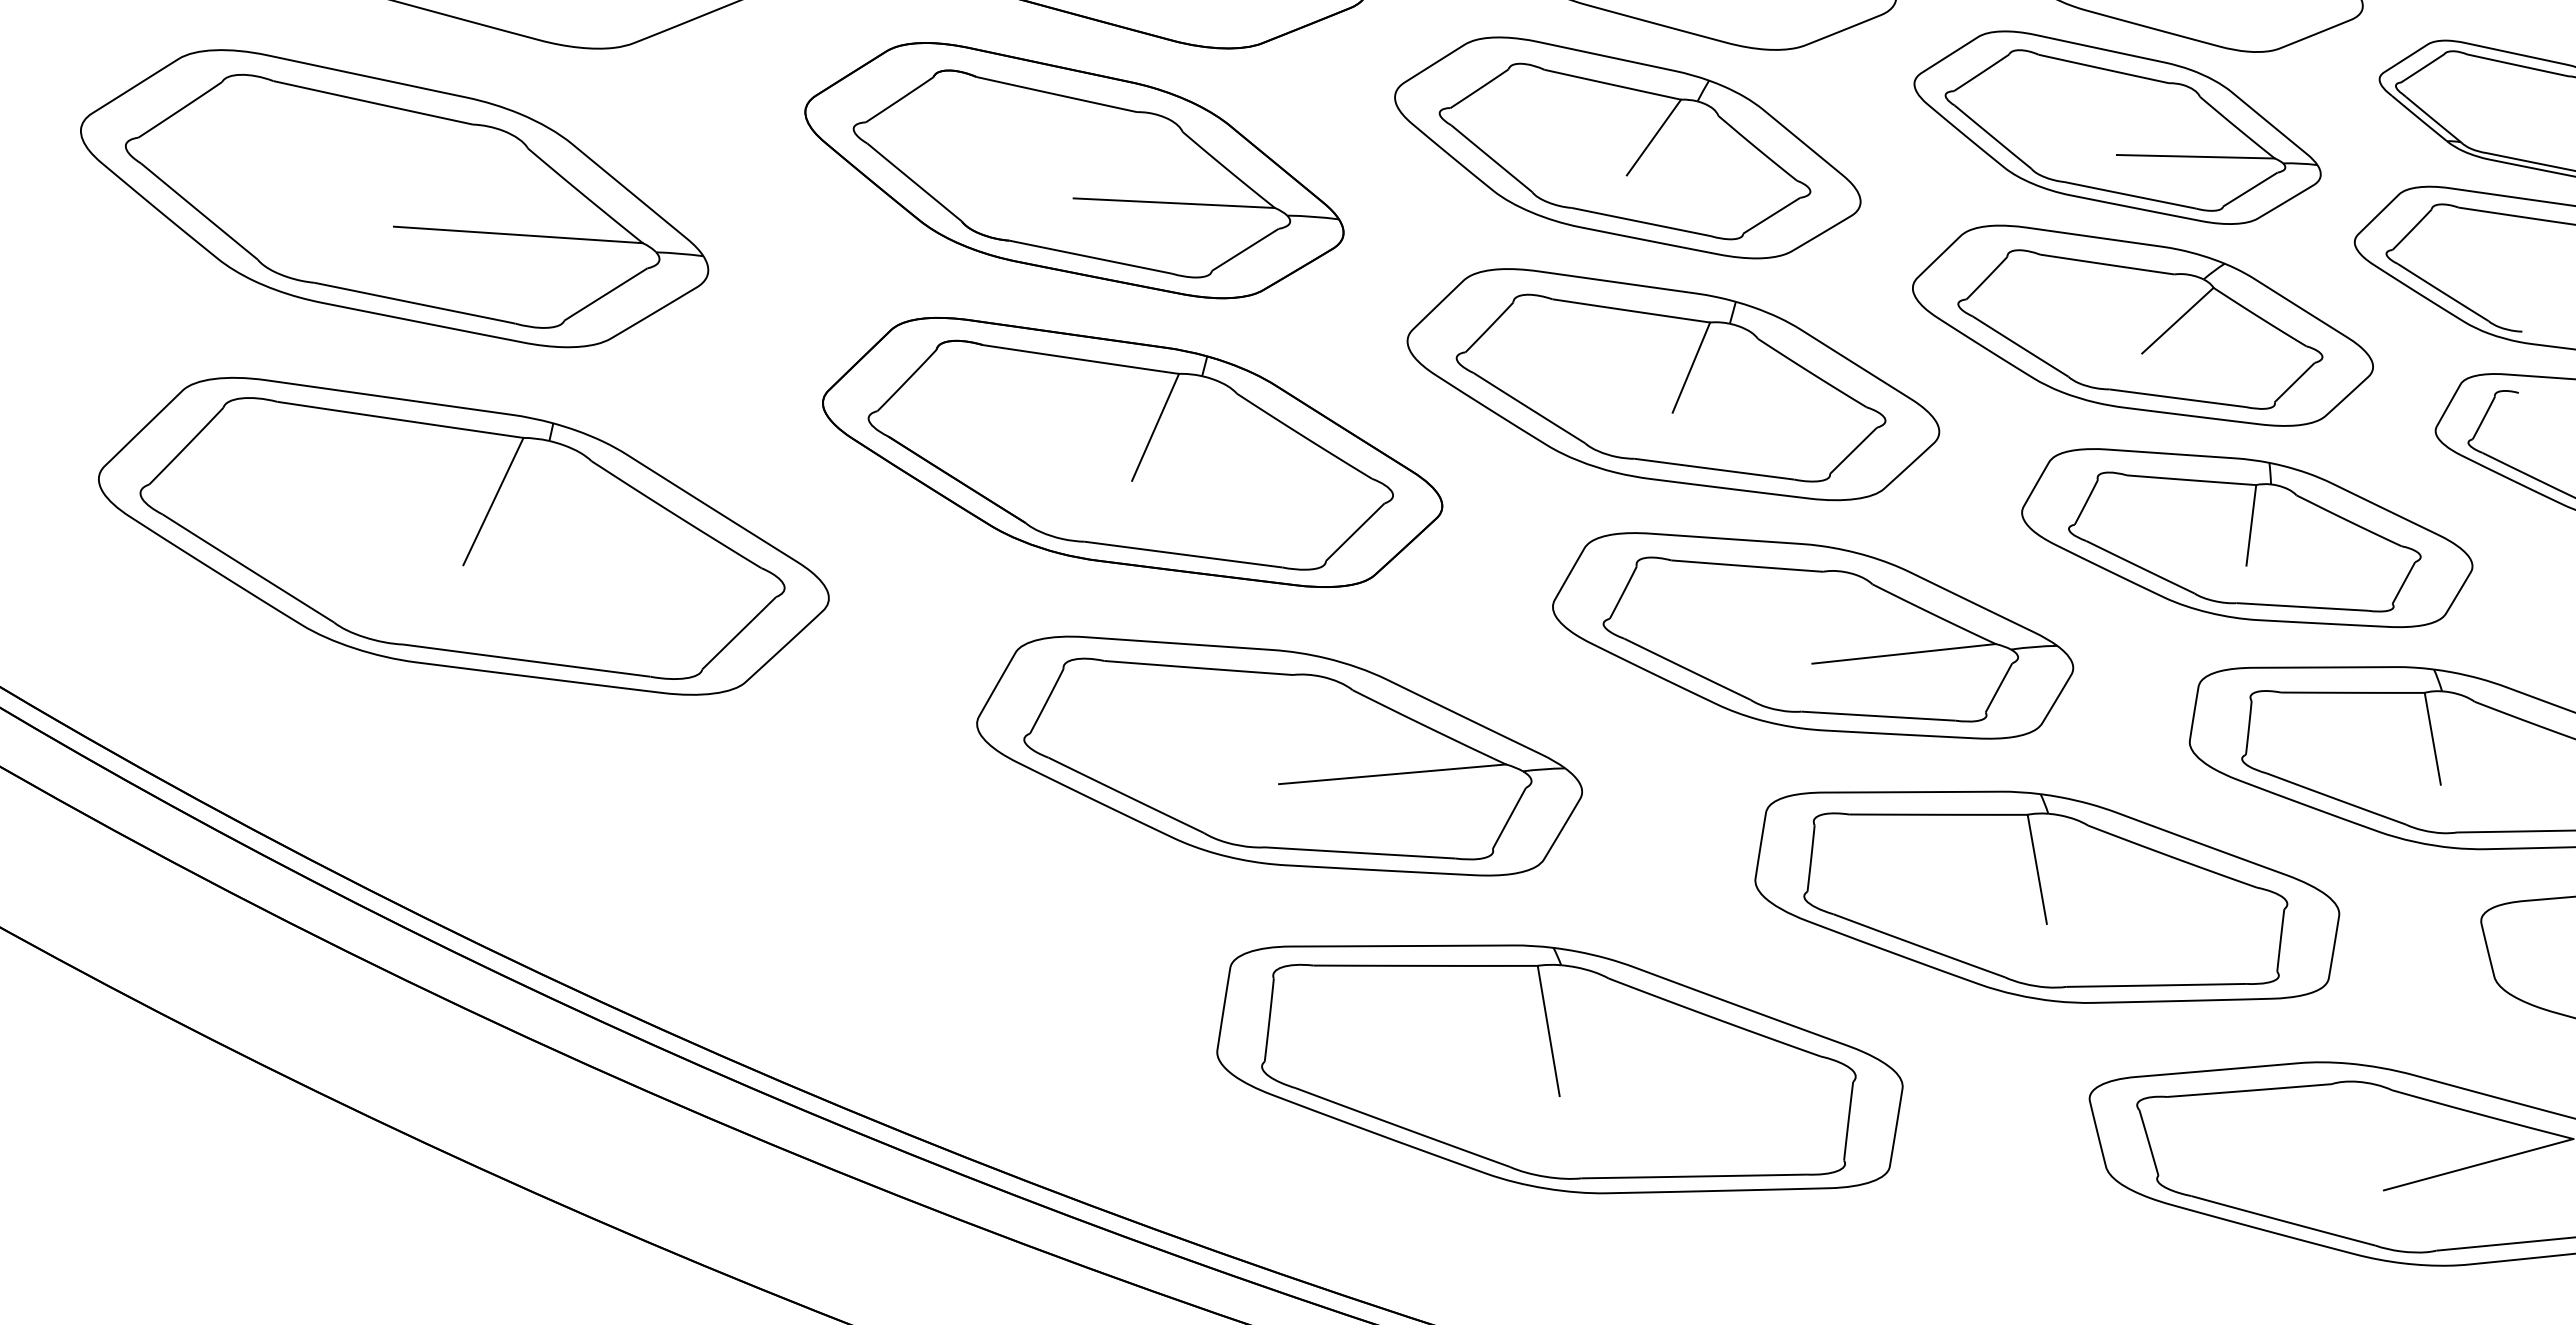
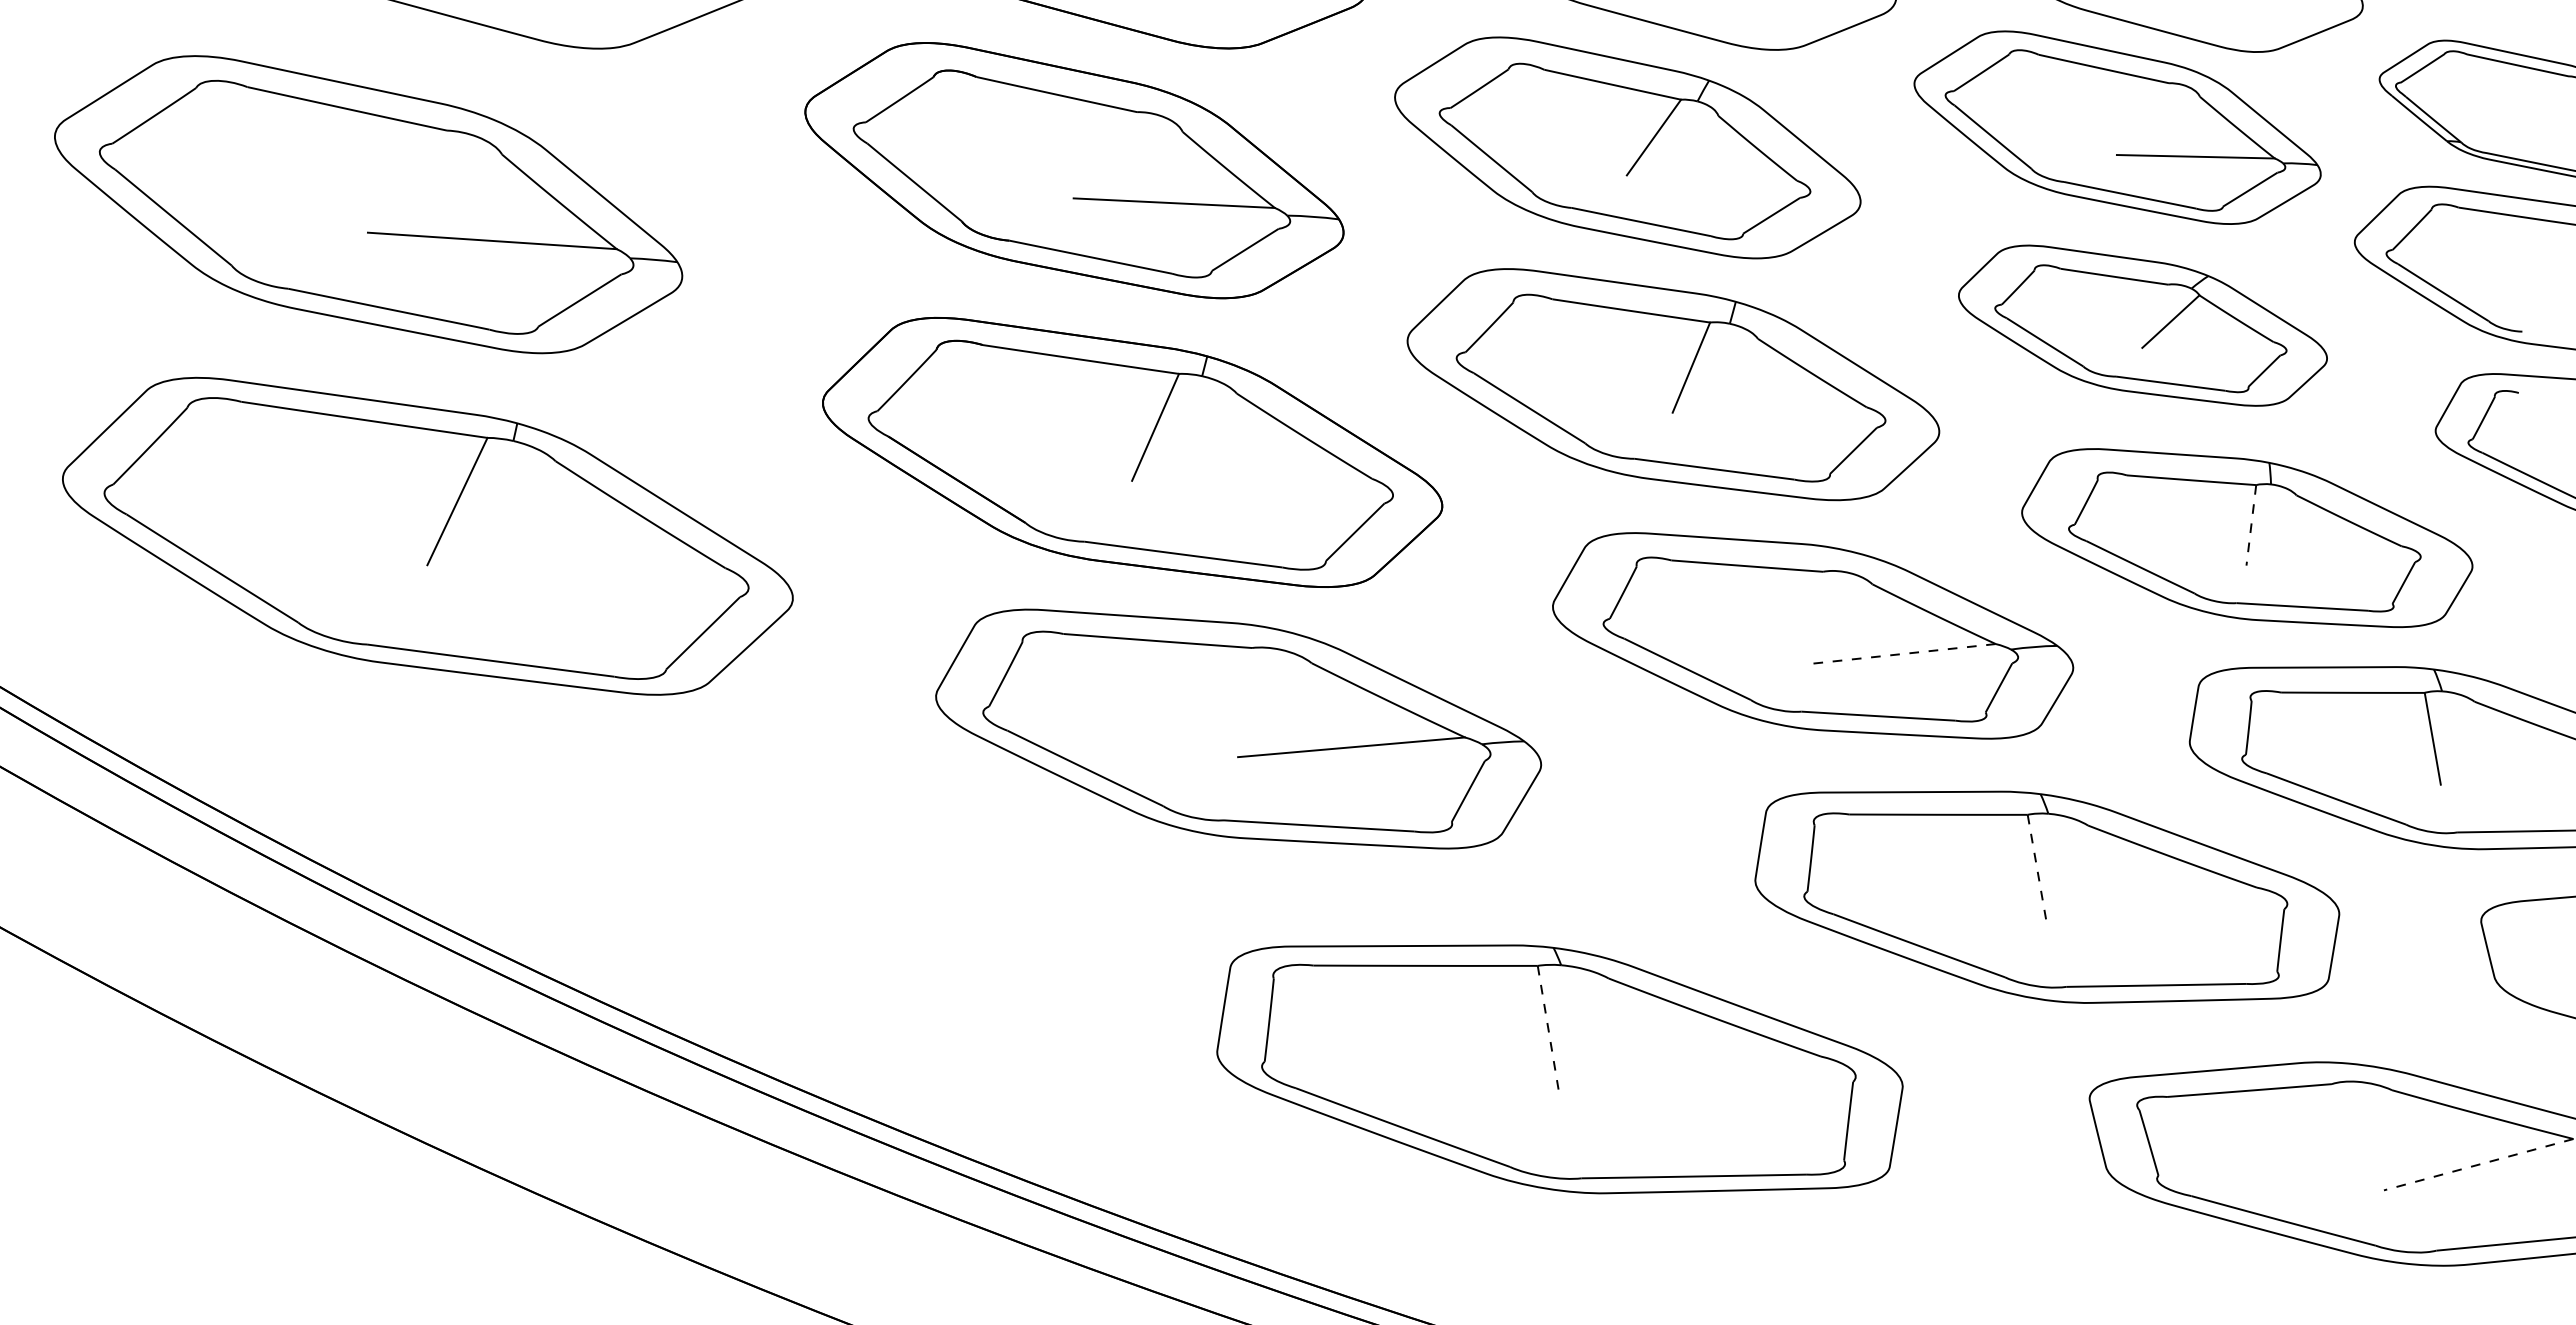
part at (394, 198) position: (394, 198) -> (368, 204)
part at (2142, 325) size: 462x203 px -> 370x163 px
line at (2251, 525): solid -> dashed
part at (463, 535) position: (463, 535) -> (427, 535)
line at (1903, 653): solid -> dashed
part at (1279, 755) position: (1279, 755) -> (1238, 728)
line at (2037, 869): solid -> dashed
line at (1548, 1031): solid -> dashed
line at (2478, 1164): solid -> dashed
